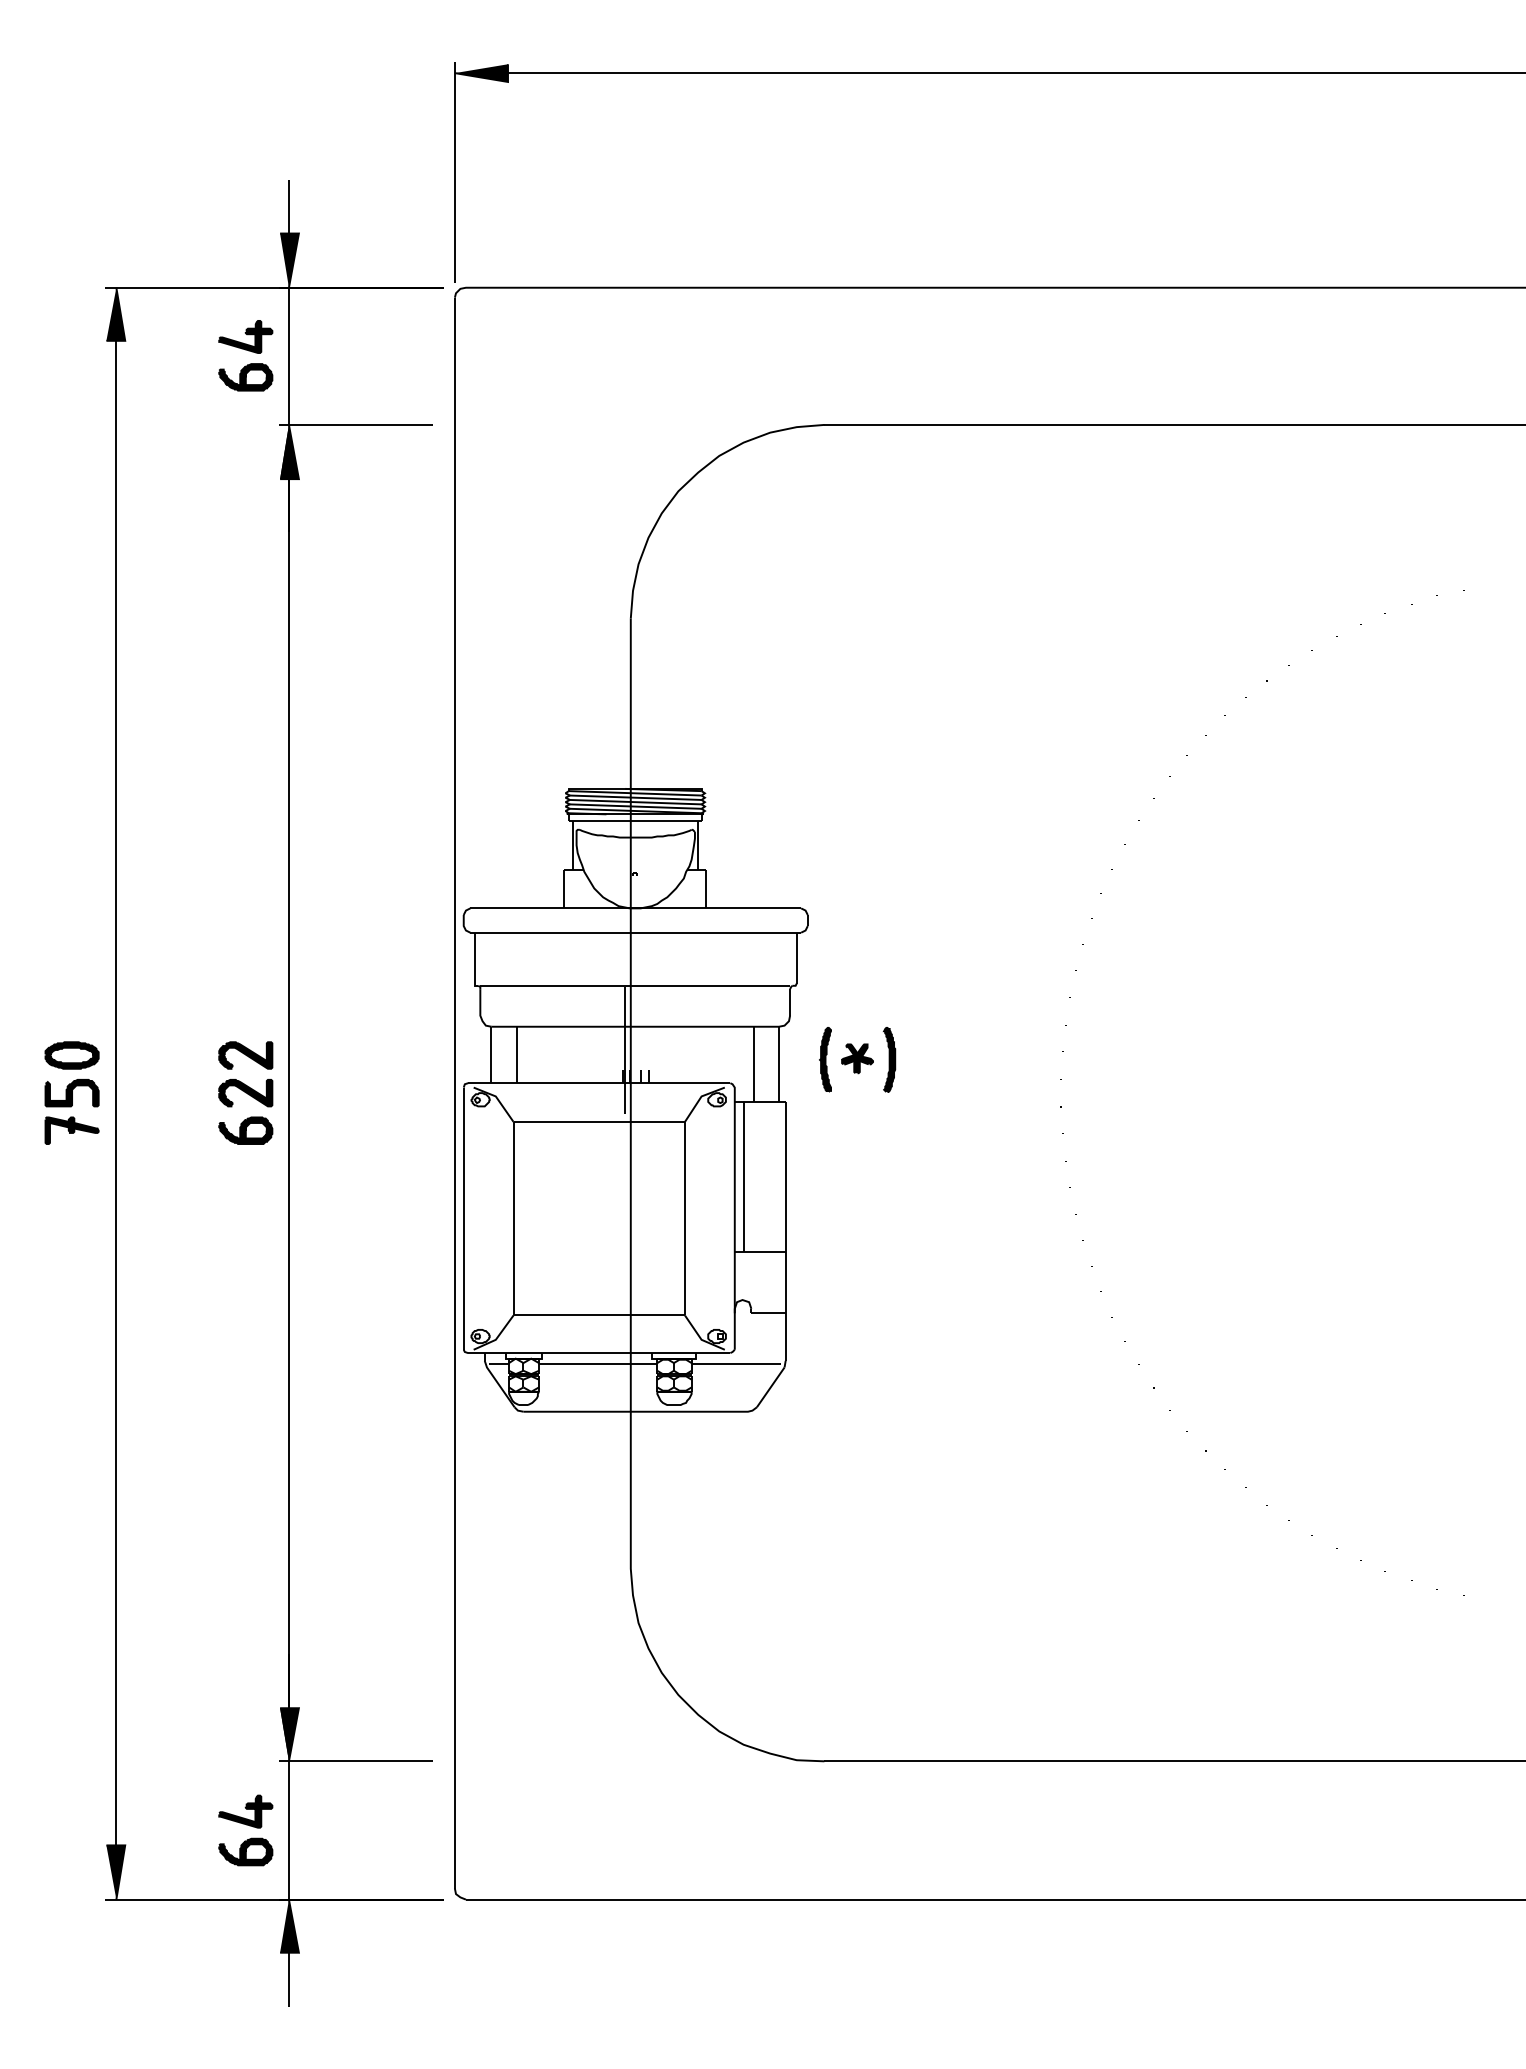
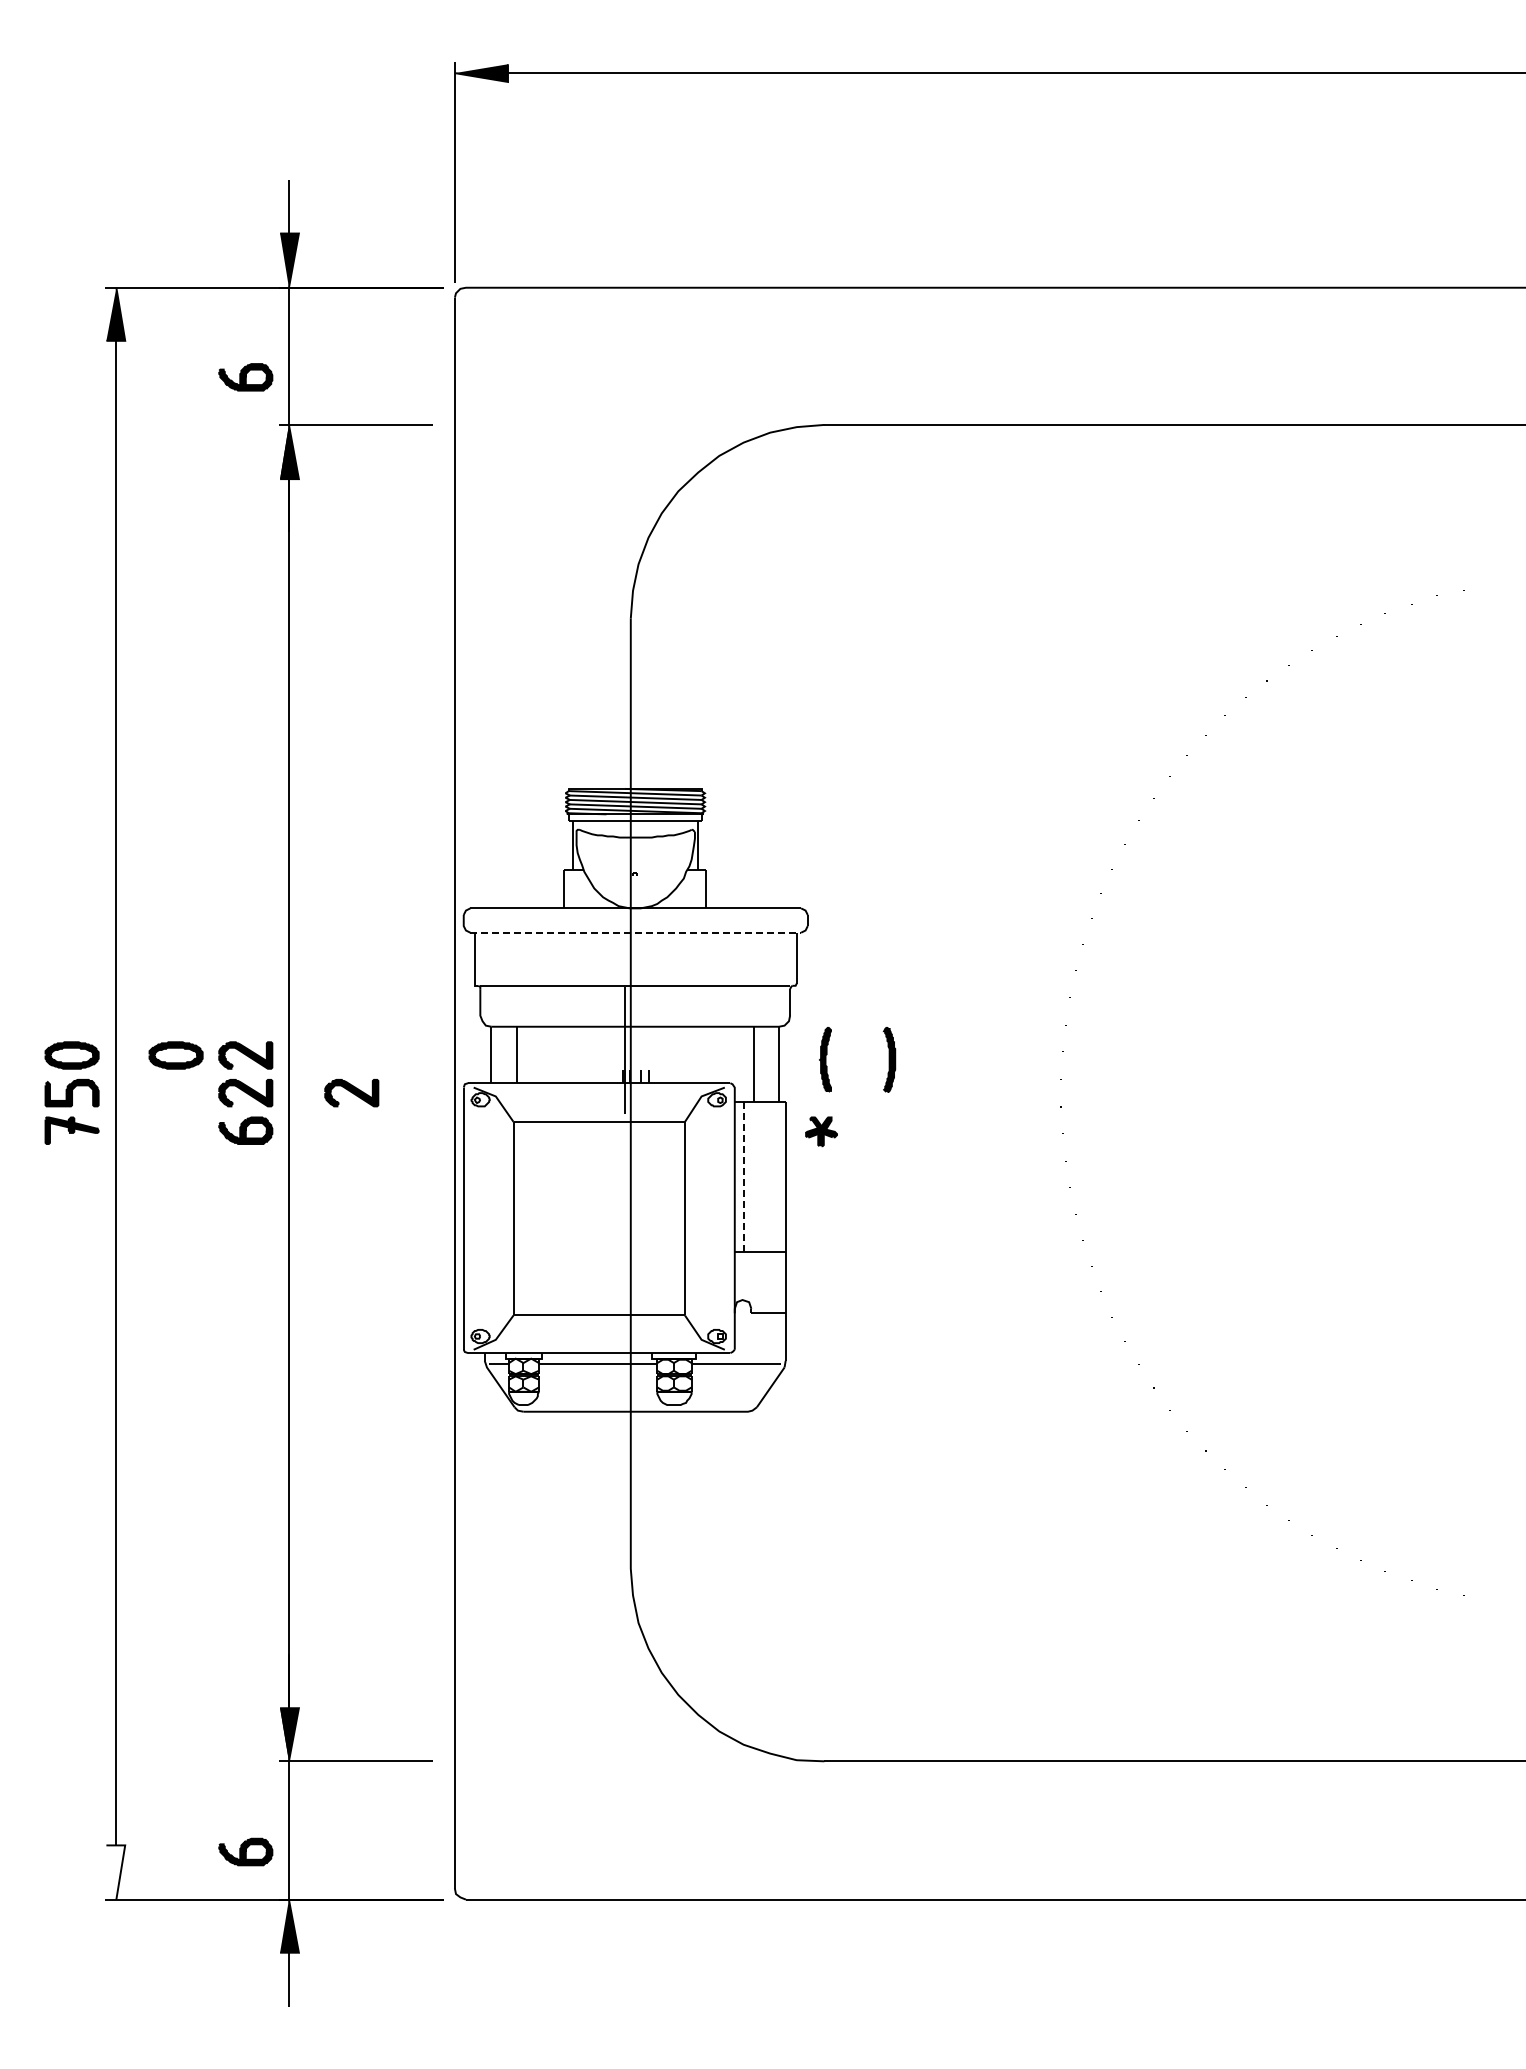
part at (245, 336): present -> none
line at (636, 932): solid -> dashed
part at (175, 1055): none -> present
part at (857, 1058) position: (857, 1058) -> (821, 1131)
part at (351, 1093): none -> present
line at (743, 1177): solid -> dashed
part at (245, 1811): present -> none
fill at (115, 1872): present -> none
